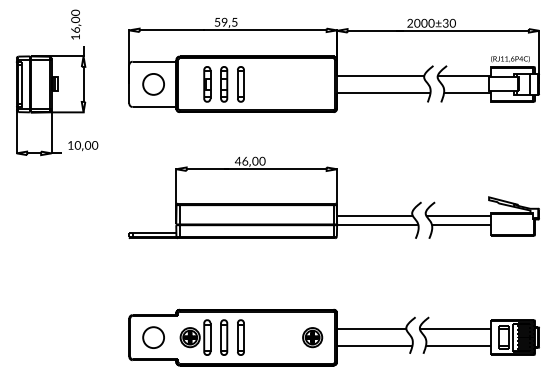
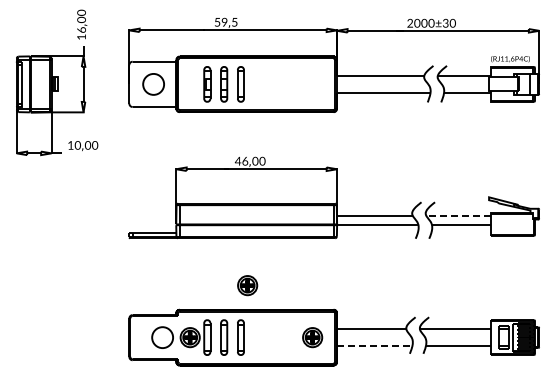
text at (76, 24) position: (76, 24) -> (82, 24)
line at (458, 216): solid -> dashed
part at (247, 285): none -> present
circle at (153, 337) position: (153, 337) -> (162, 337)
line at (374, 346): solid -> dashed
